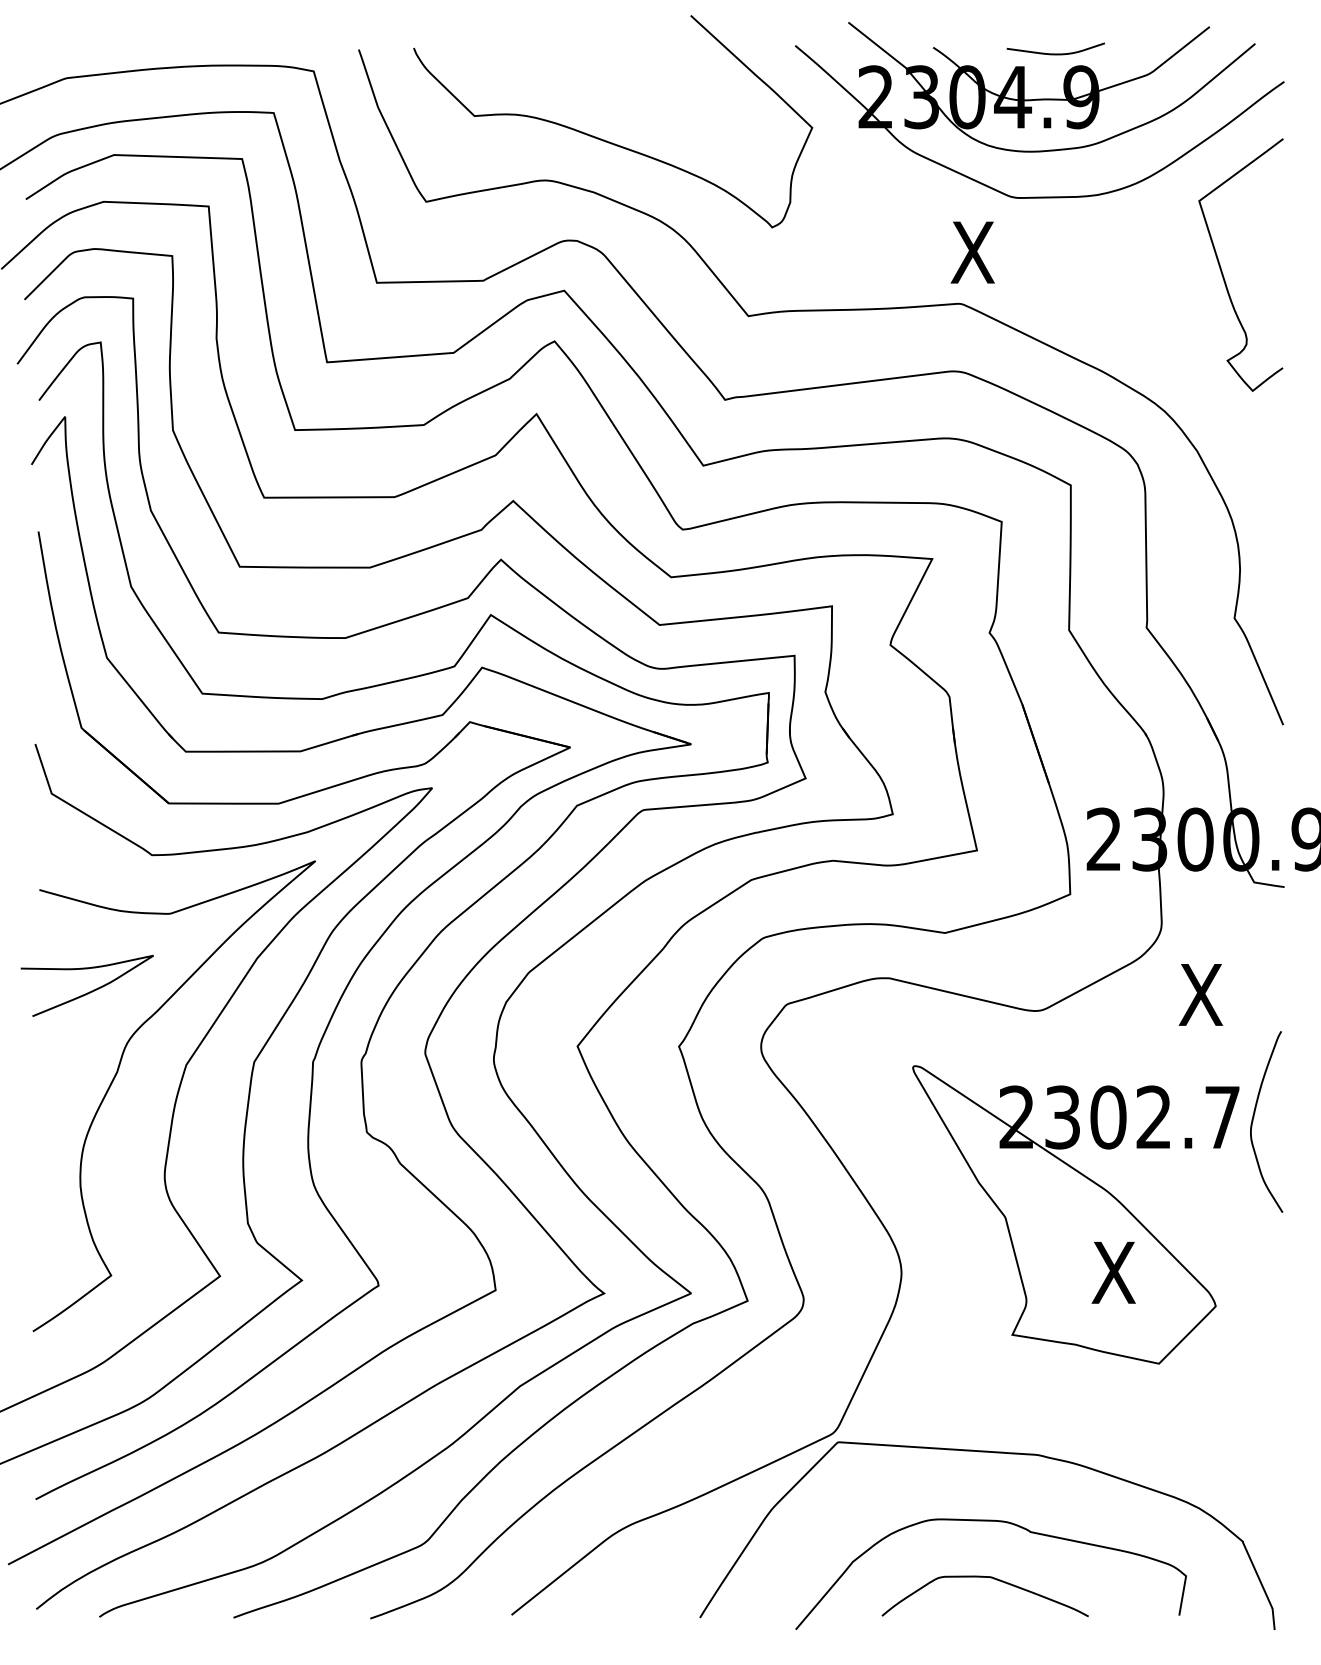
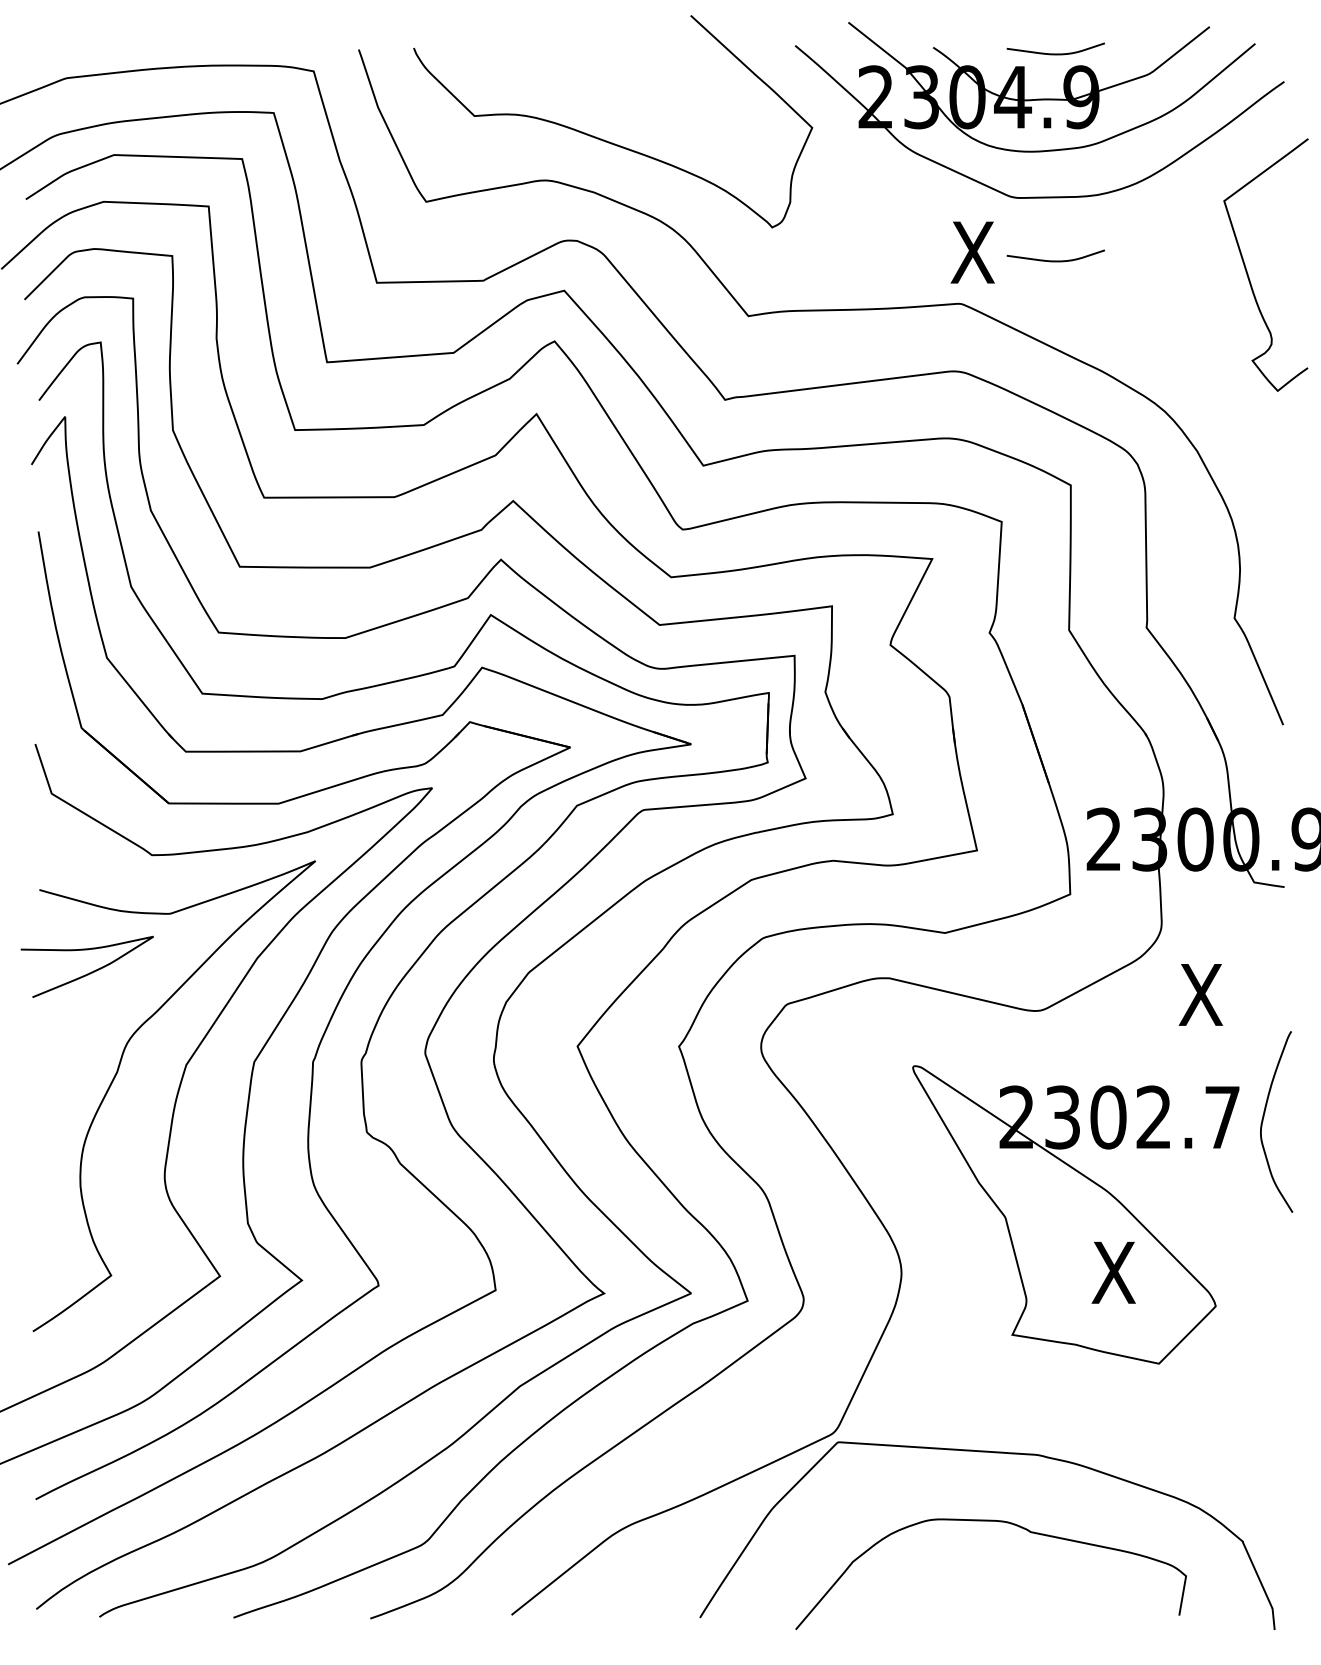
curve at (1055, 260): none -> present
curve at (1222, 270) position: (1222, 270) -> (1247, 270)
curve at (89, 991) position: (89, 991) -> (89, 972)
curve at (1254, 1117) position: (1254, 1117) -> (1264, 1117)
curve at (990, 1578): present -> none
